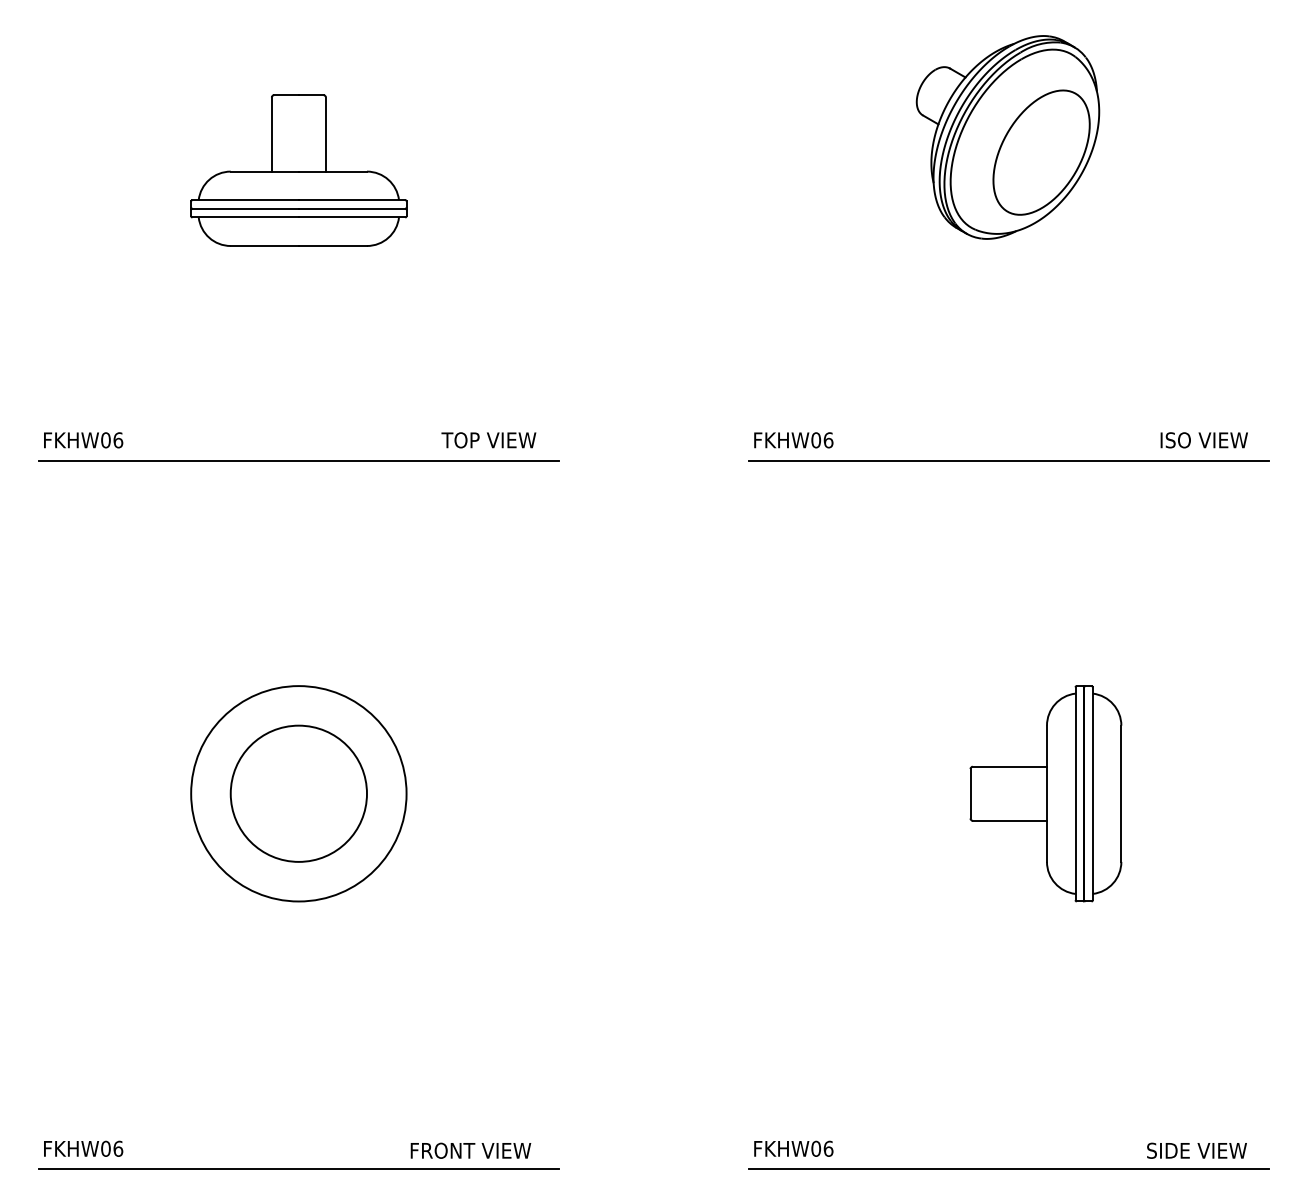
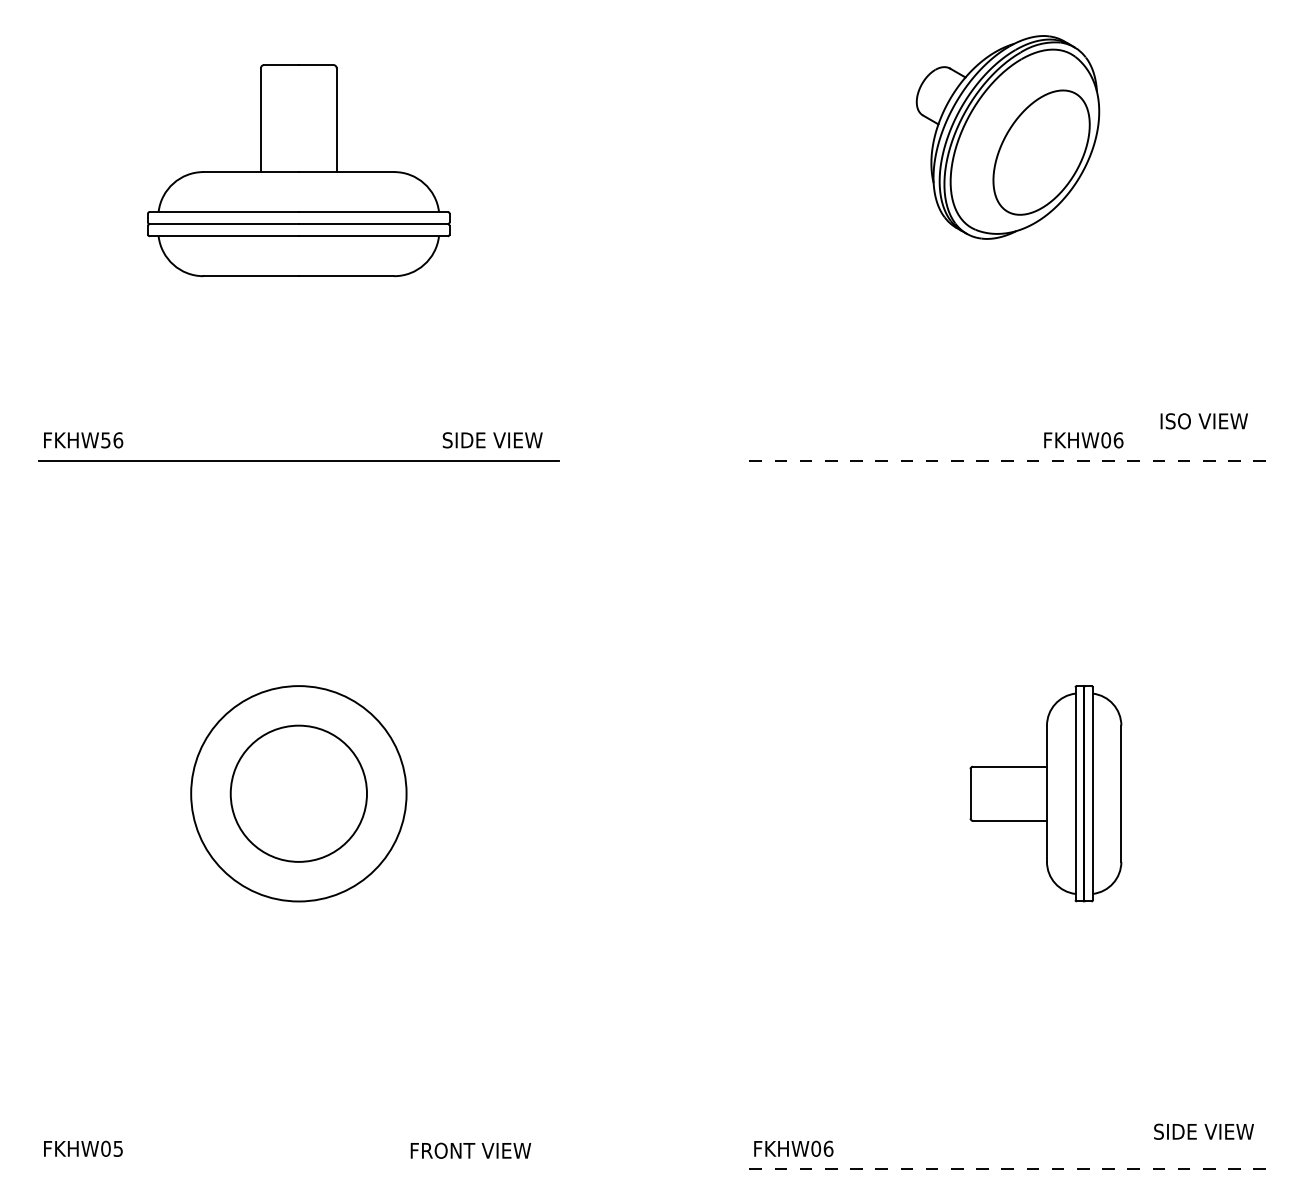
part at (298, 170) size: 218x153 px -> 304x214 px
text at (105, 440): FKHW06 -> FKHW56
text at (491, 440): TOP VIEW -> SIDE VIEW
text at (793, 440) position: (793, 440) -> (1083, 440)
text at (1203, 440) position: (1203, 440) -> (1203, 421)
line at (1009, 460): solid -> dashed
text at (118, 1148): FKHW06 -> FKHW05
text at (1196, 1150) position: (1196, 1150) -> (1203, 1131)
line at (298, 1169): present -> none
line at (1009, 1169): solid -> dashed
